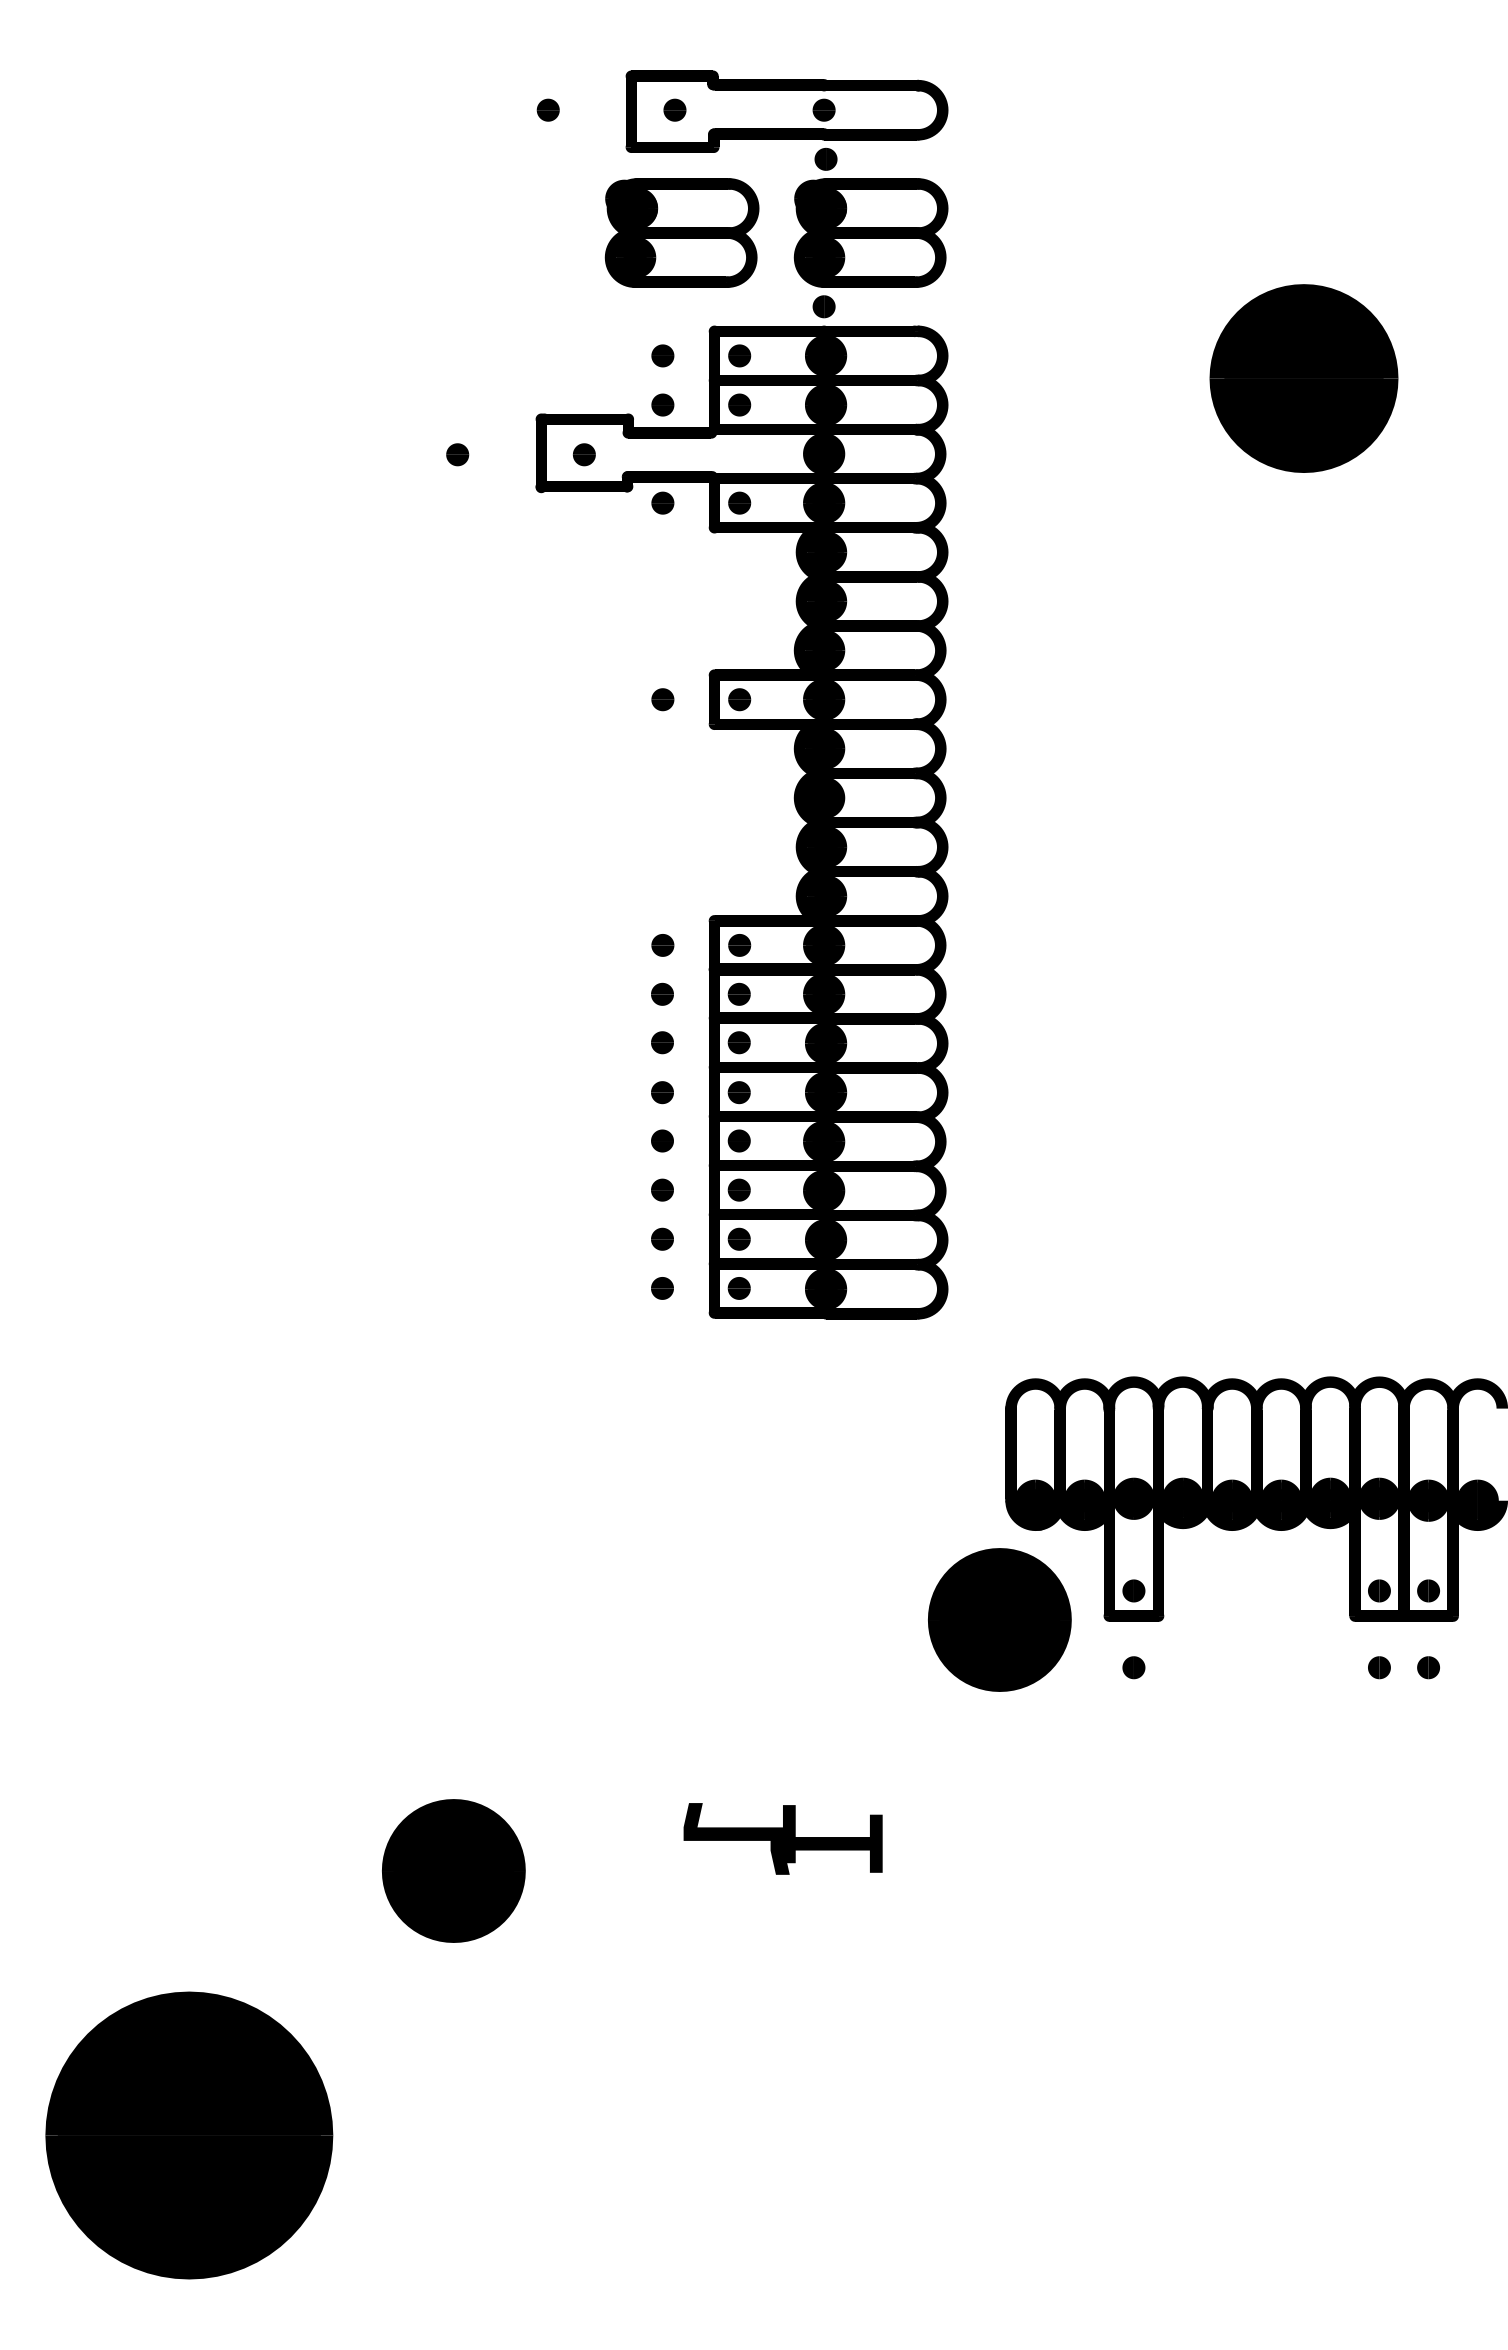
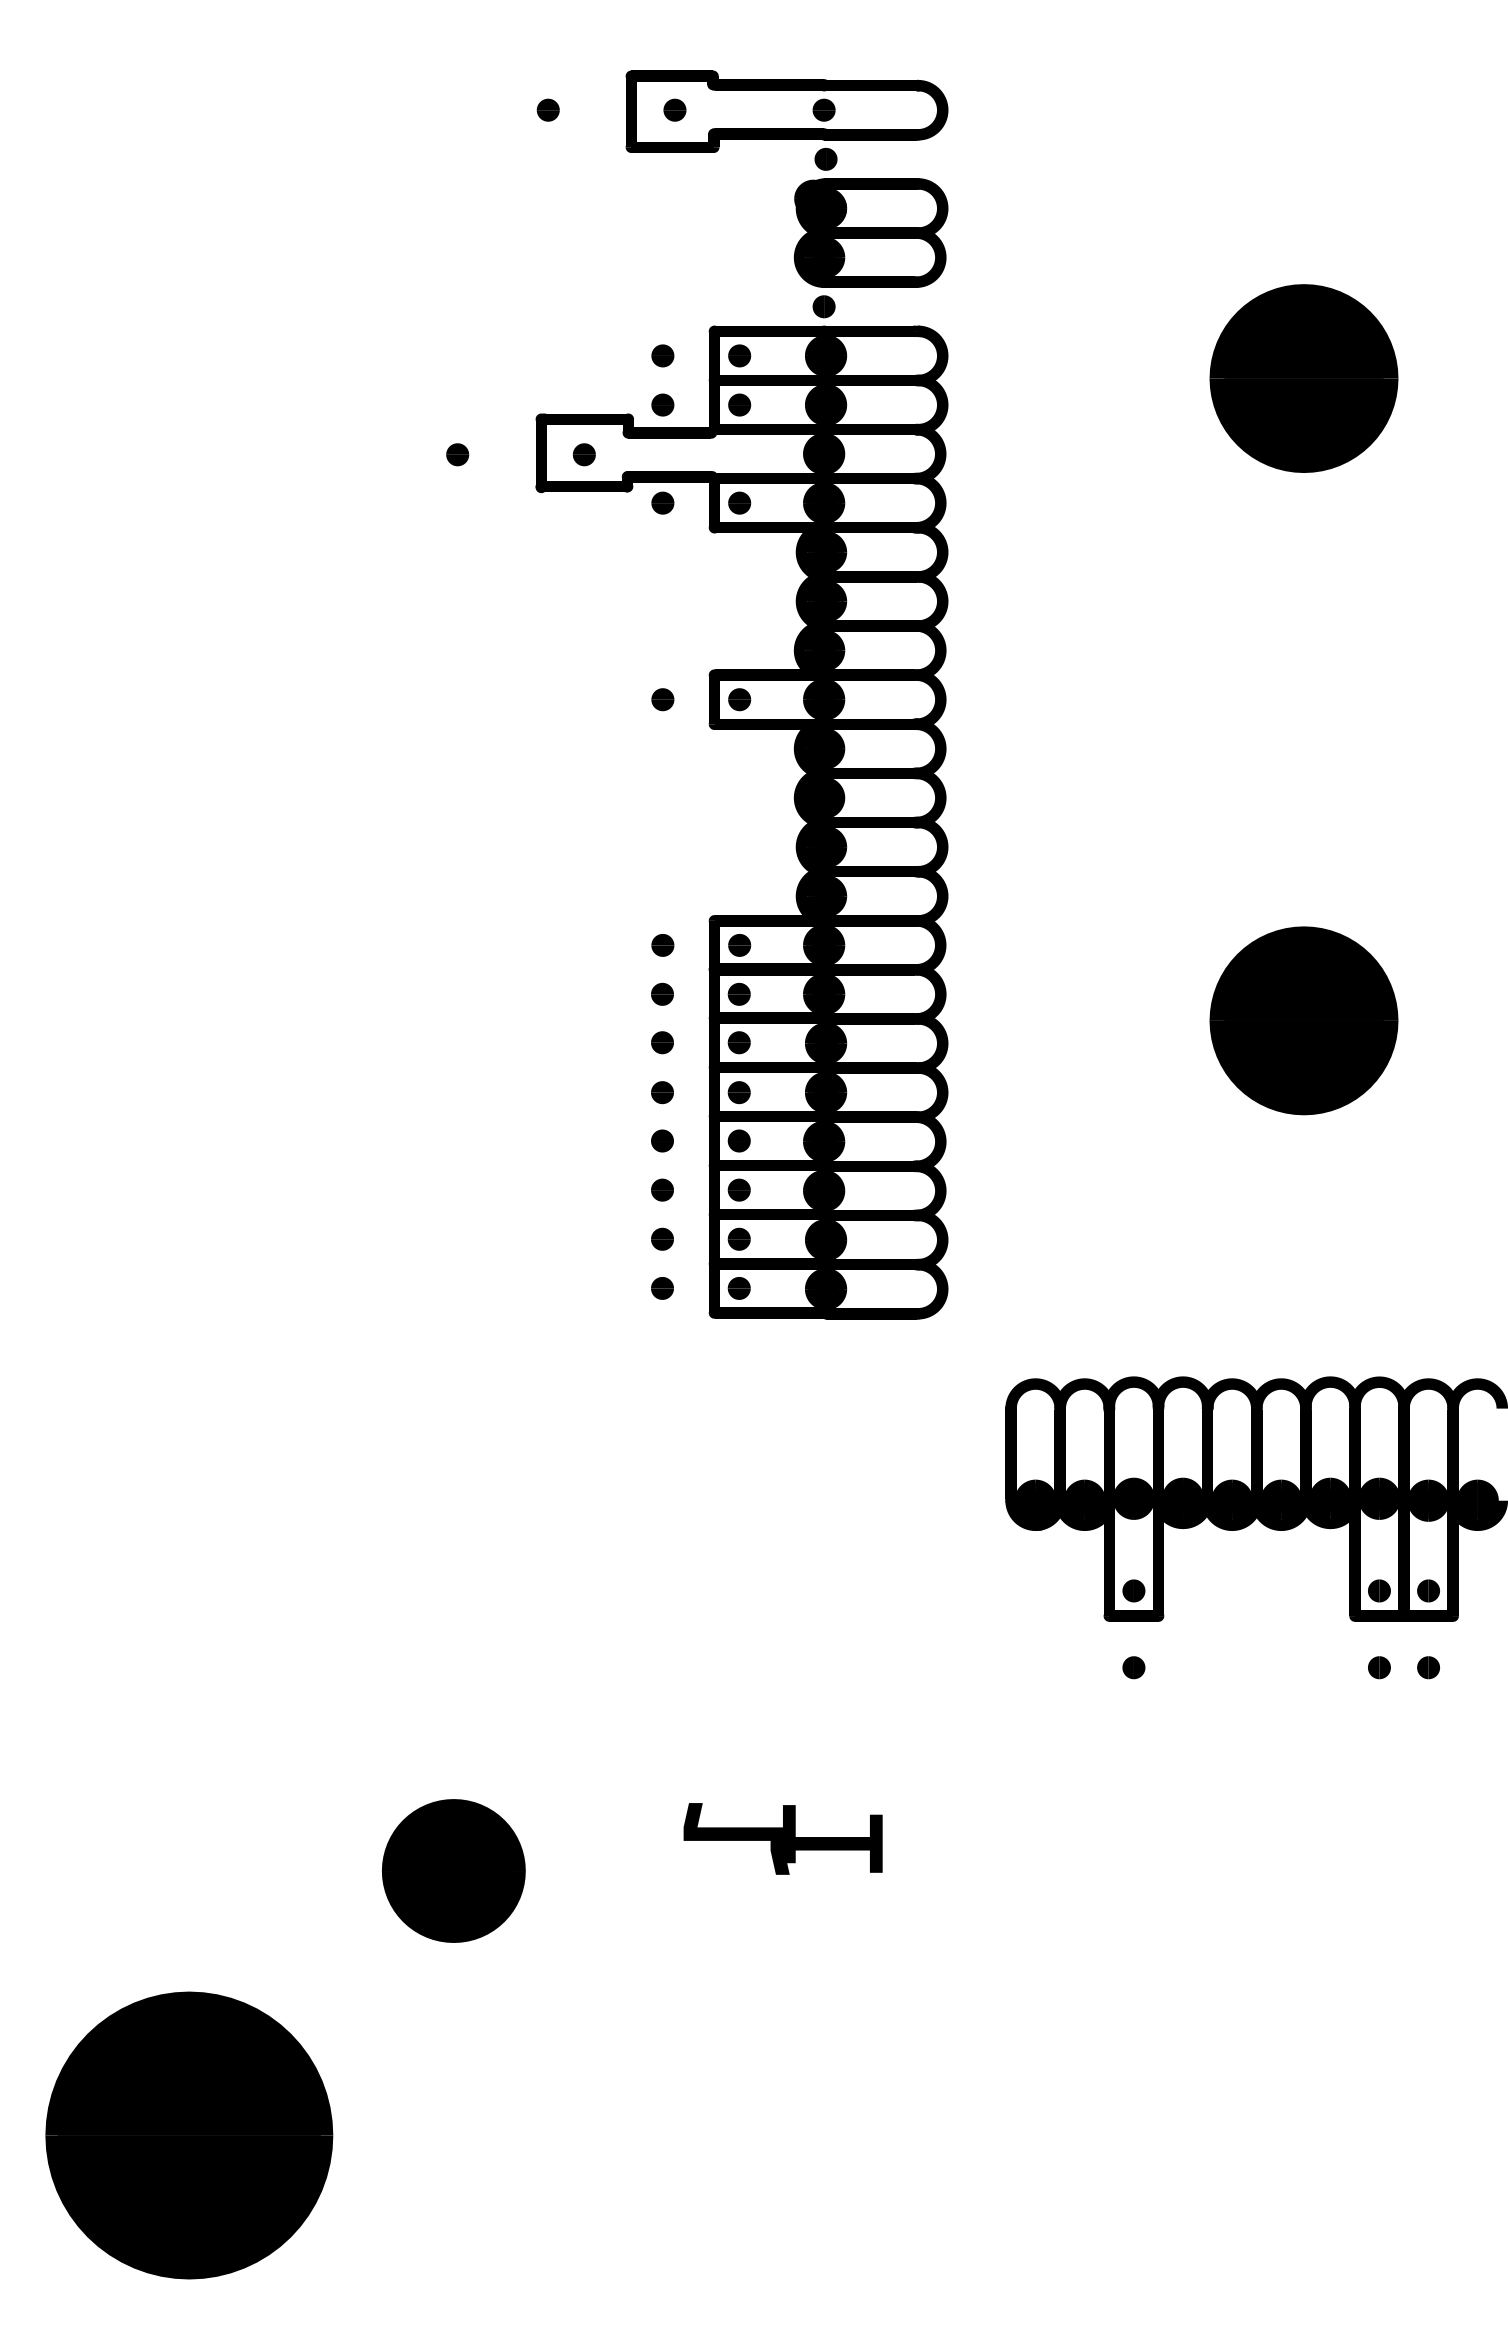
part at (681, 232): present -> none
part at (1303, 1020): none -> present
part at (999, 1619): present -> none
